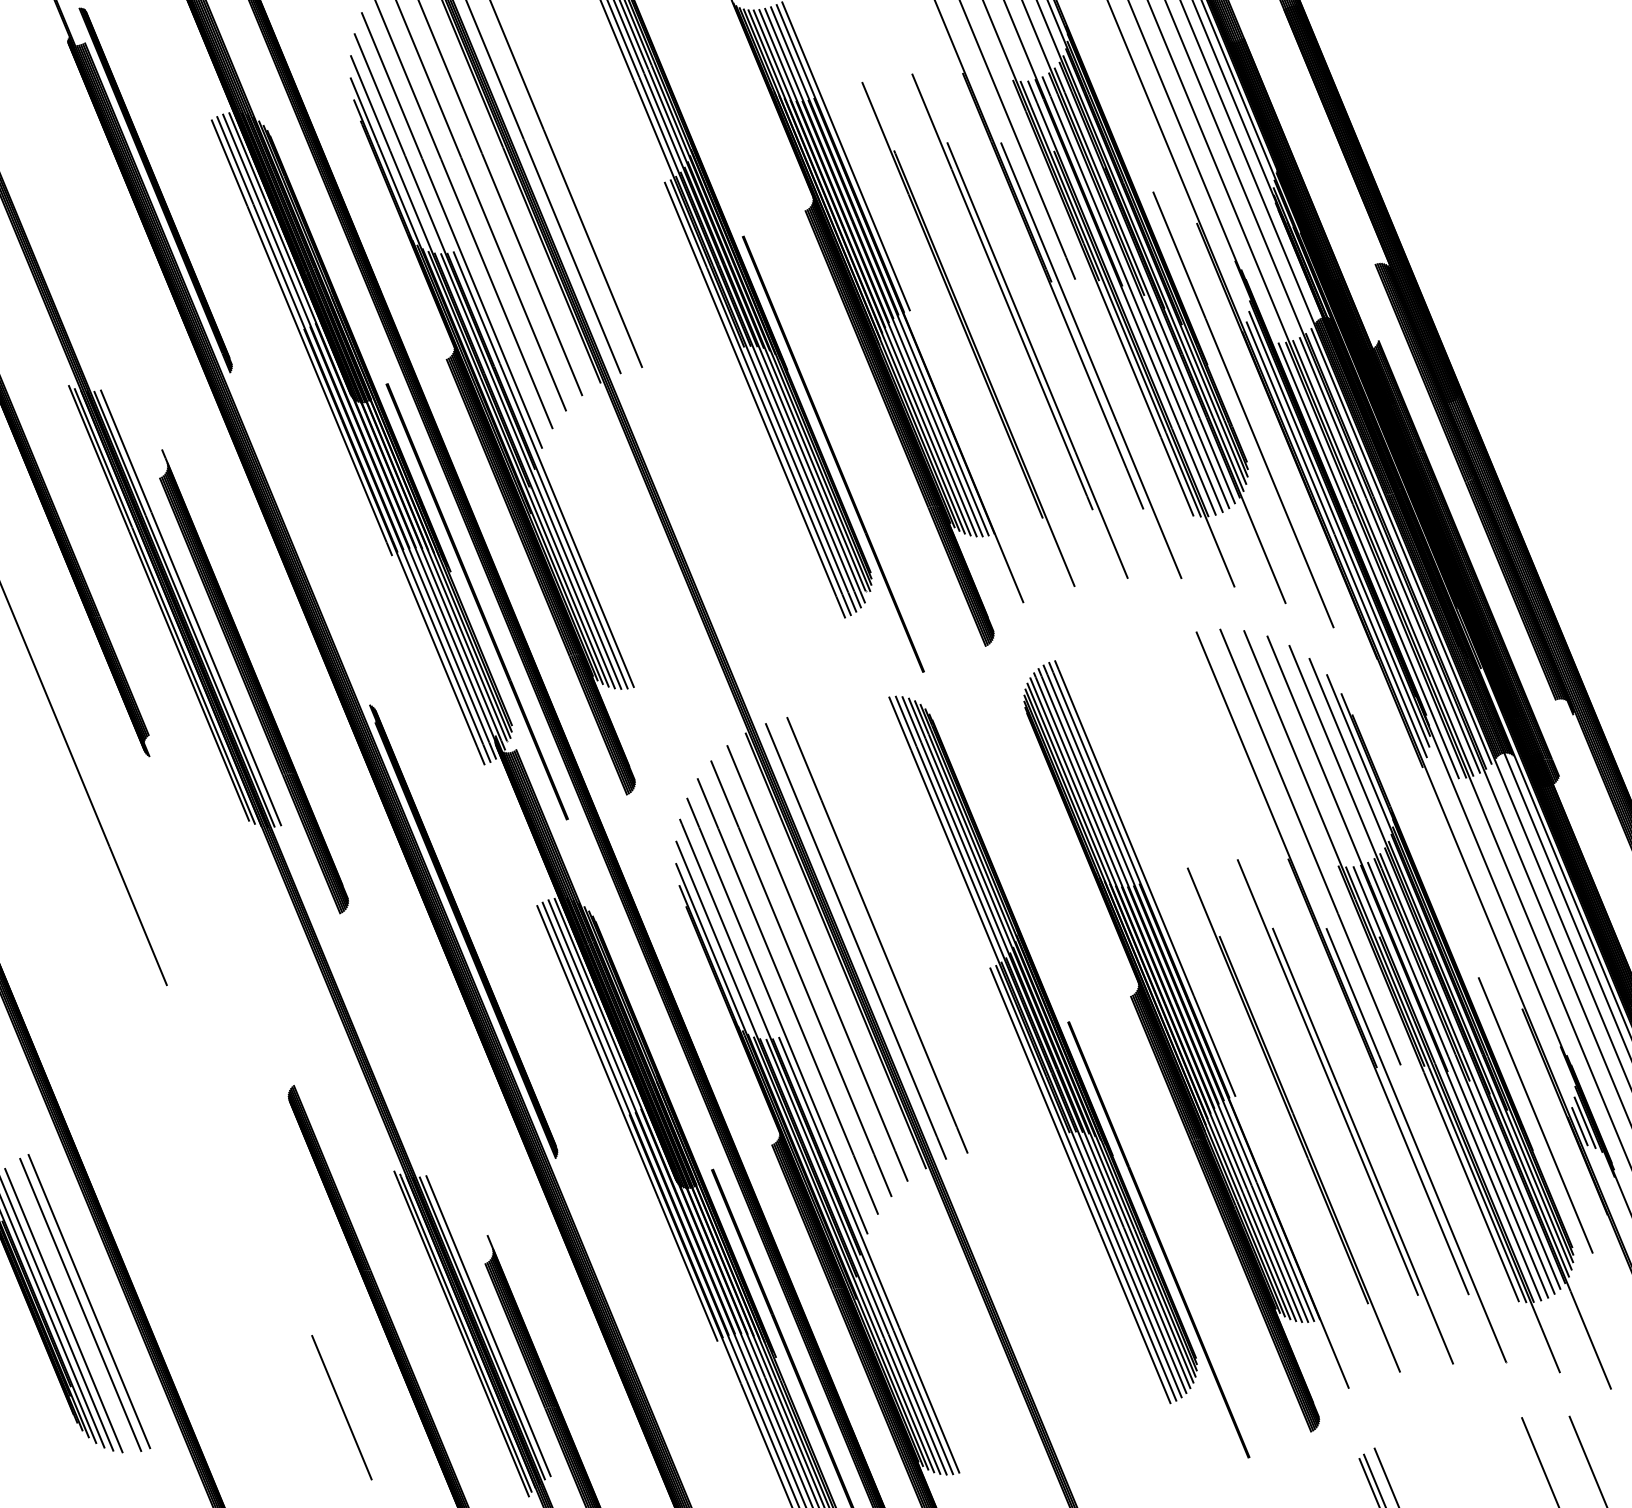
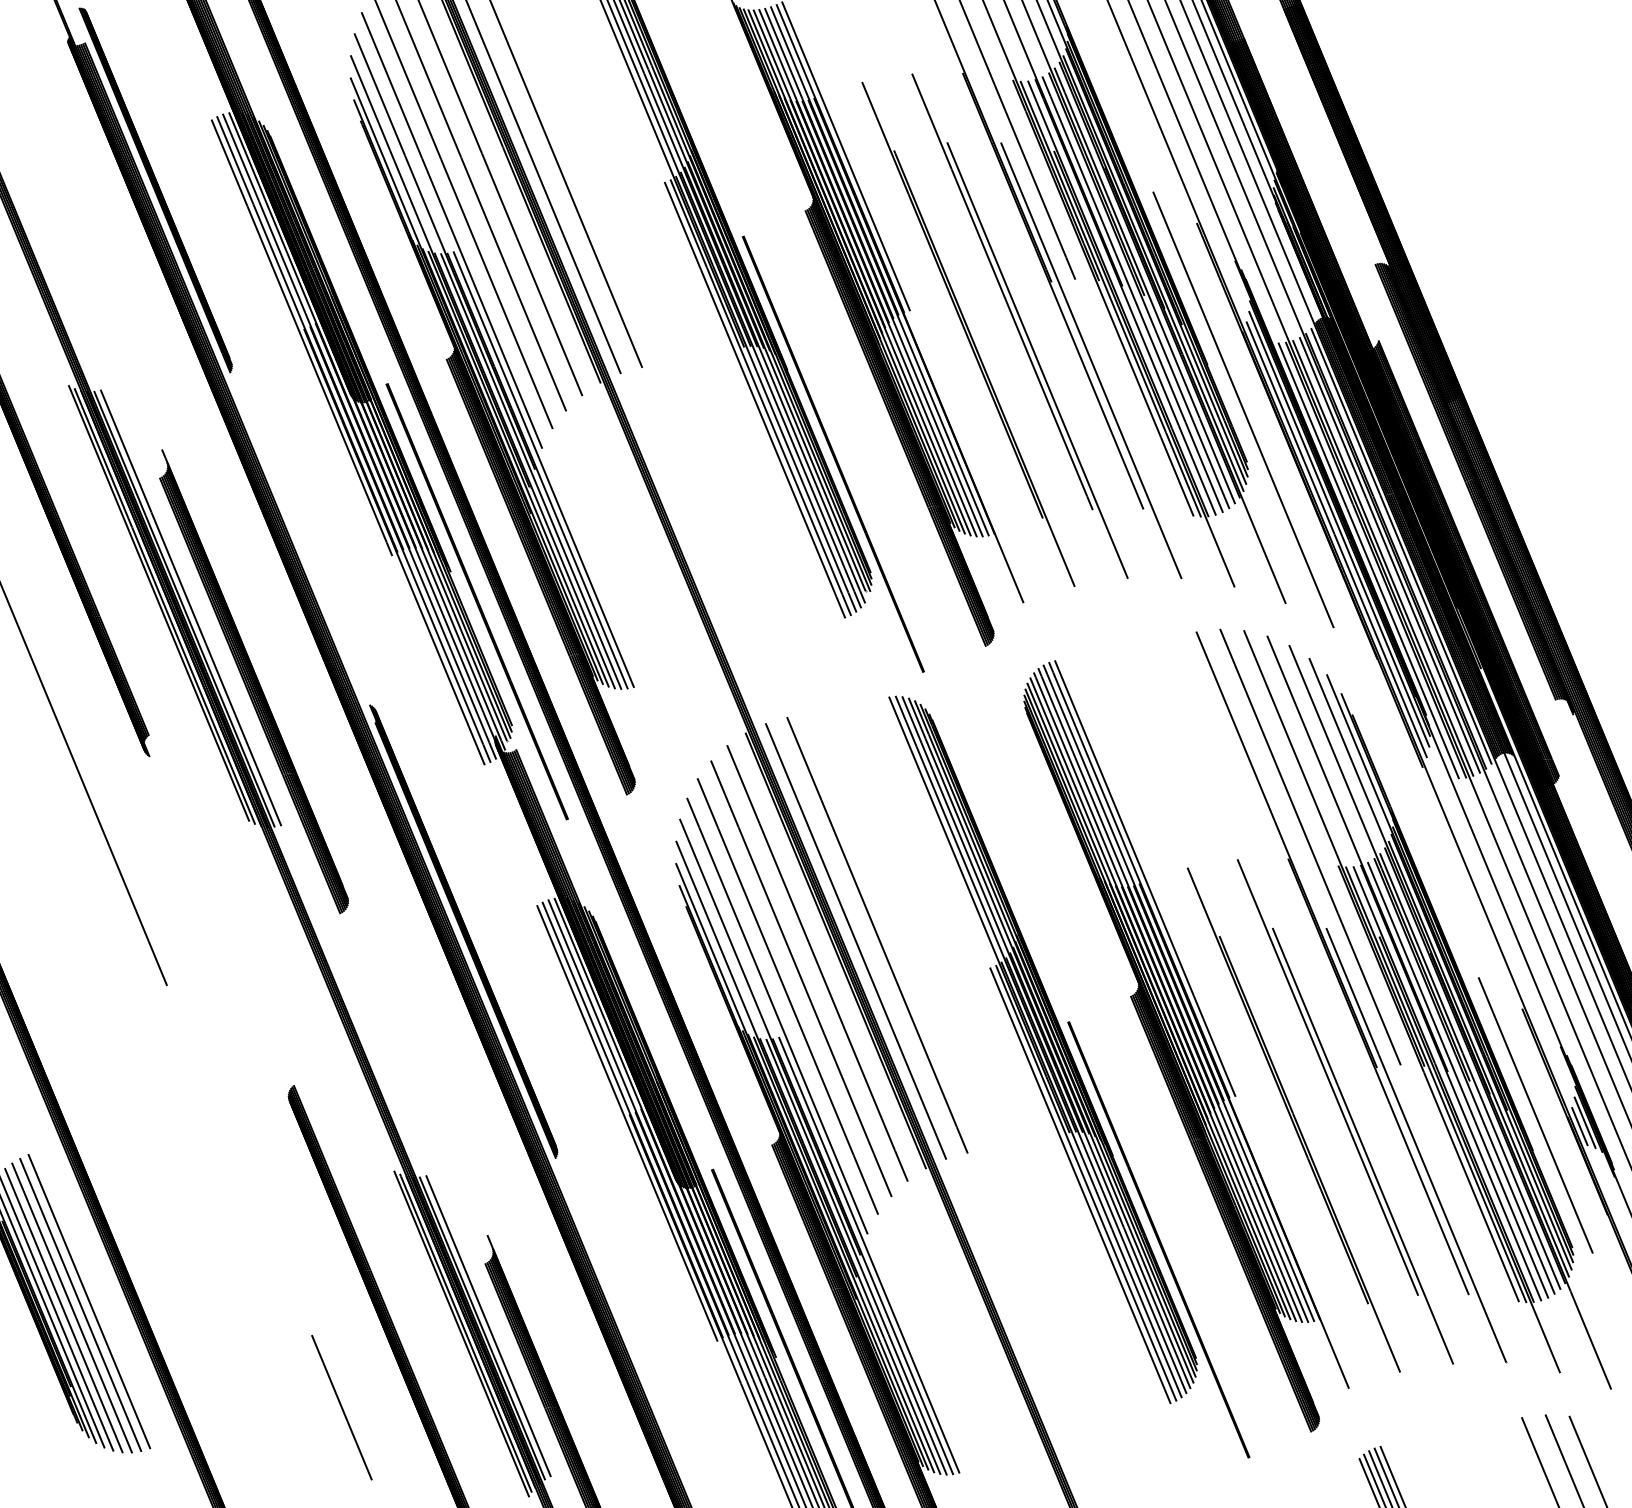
line at (71, 1307): none -> present
line at (1563, 1459): none -> present
line at (1392, 1475): none -> present
line at (1379, 1477): none -> present
